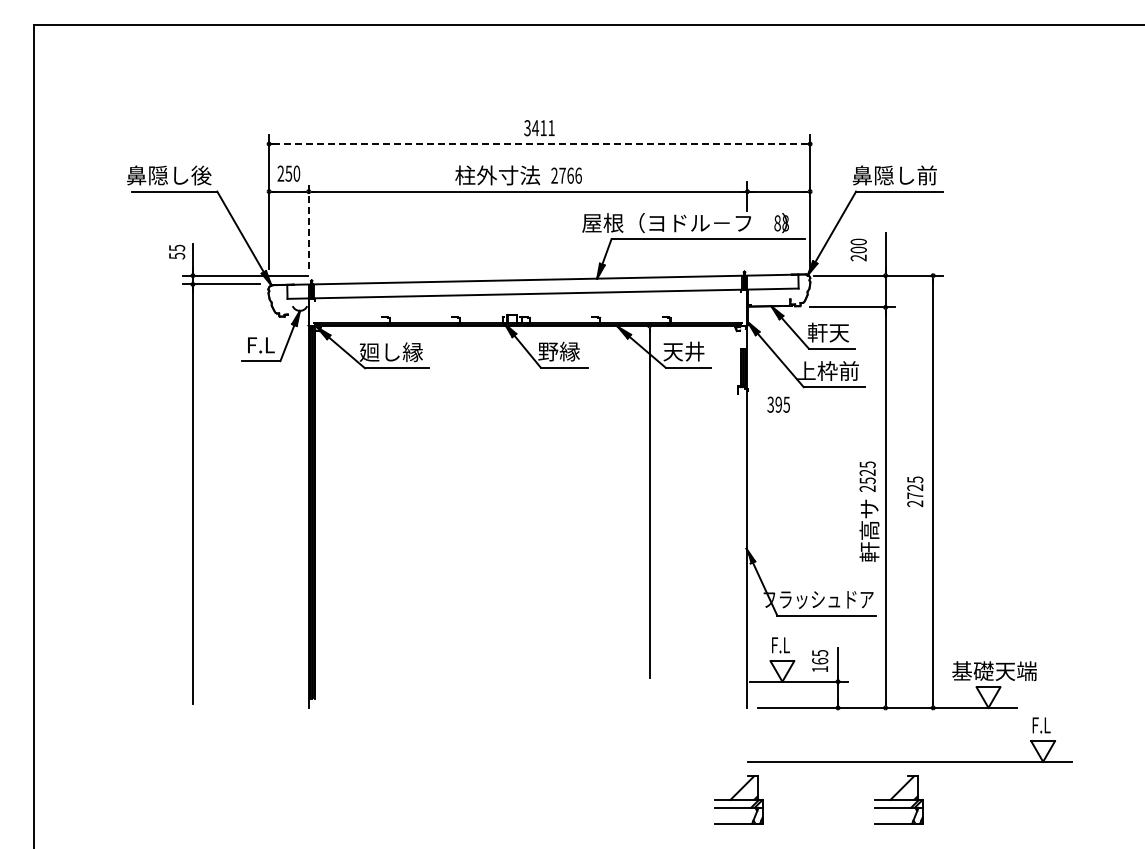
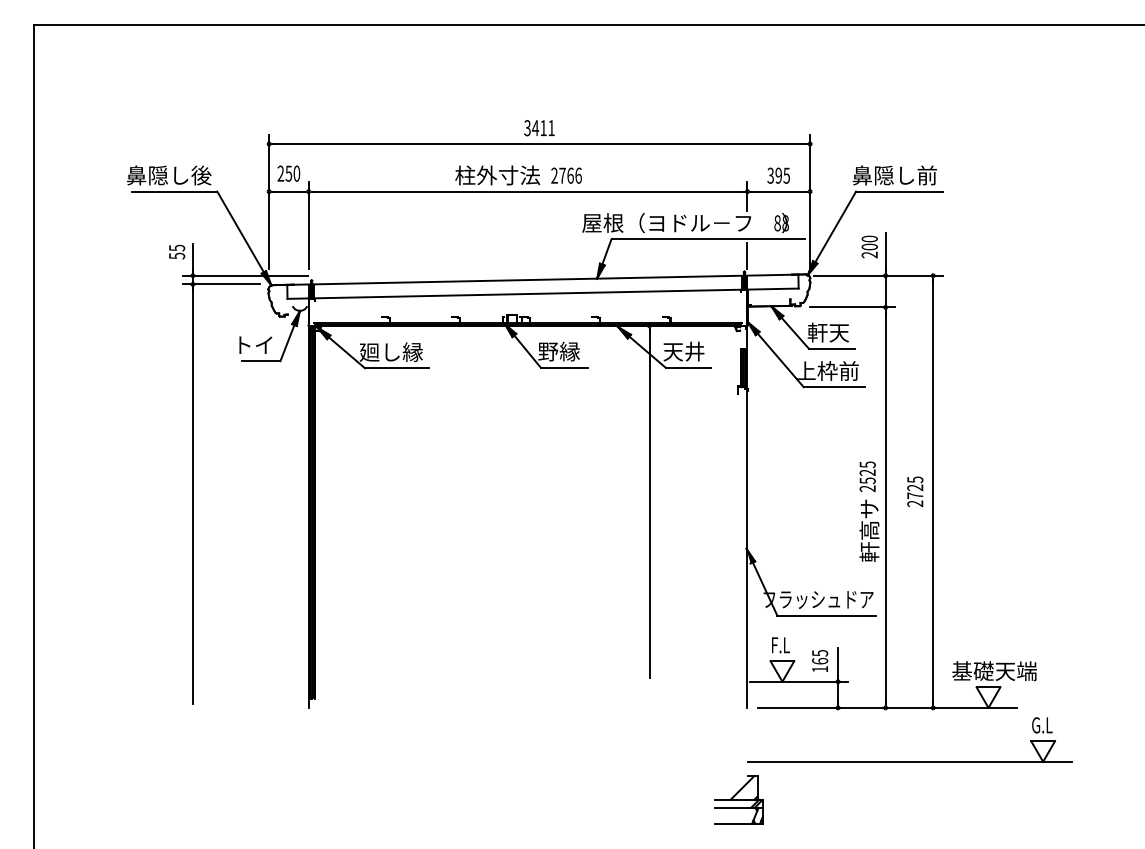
line at (539, 144): dashed -> solid
line at (308, 225): dashed -> solid
text at (858, 249) position: (858, 249) -> (869, 246)
line at (747, 256): none -> present
text at (256, 344): F.L -> トイ
text at (778, 404) position: (778, 404) -> (778, 175)
text at (1042, 725): F.L -> G.L
part at (898, 799): present -> none
